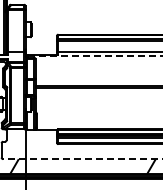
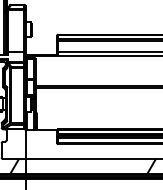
line at (95, 56): dashed -> solid
line at (83, 159): dashed -> solid
